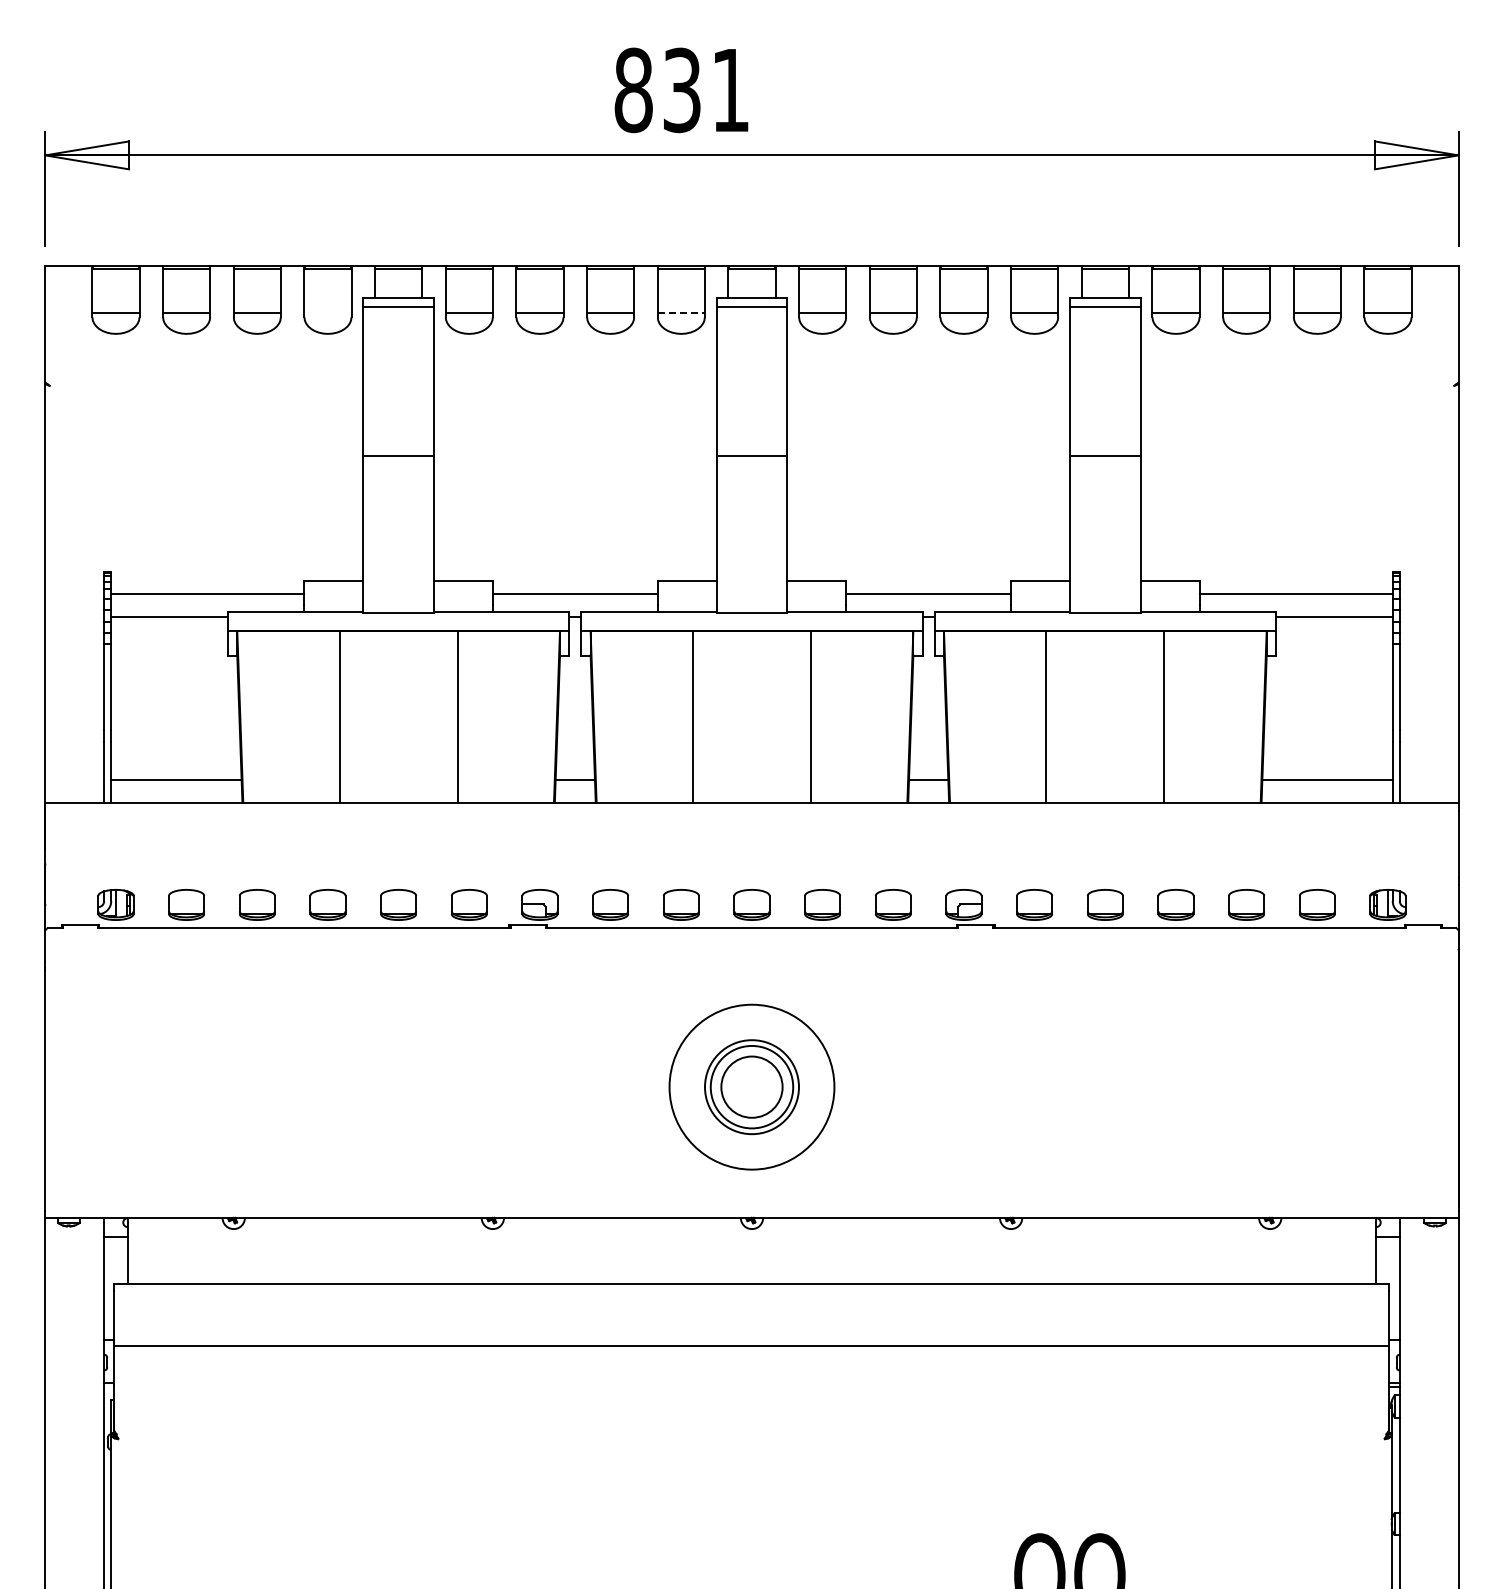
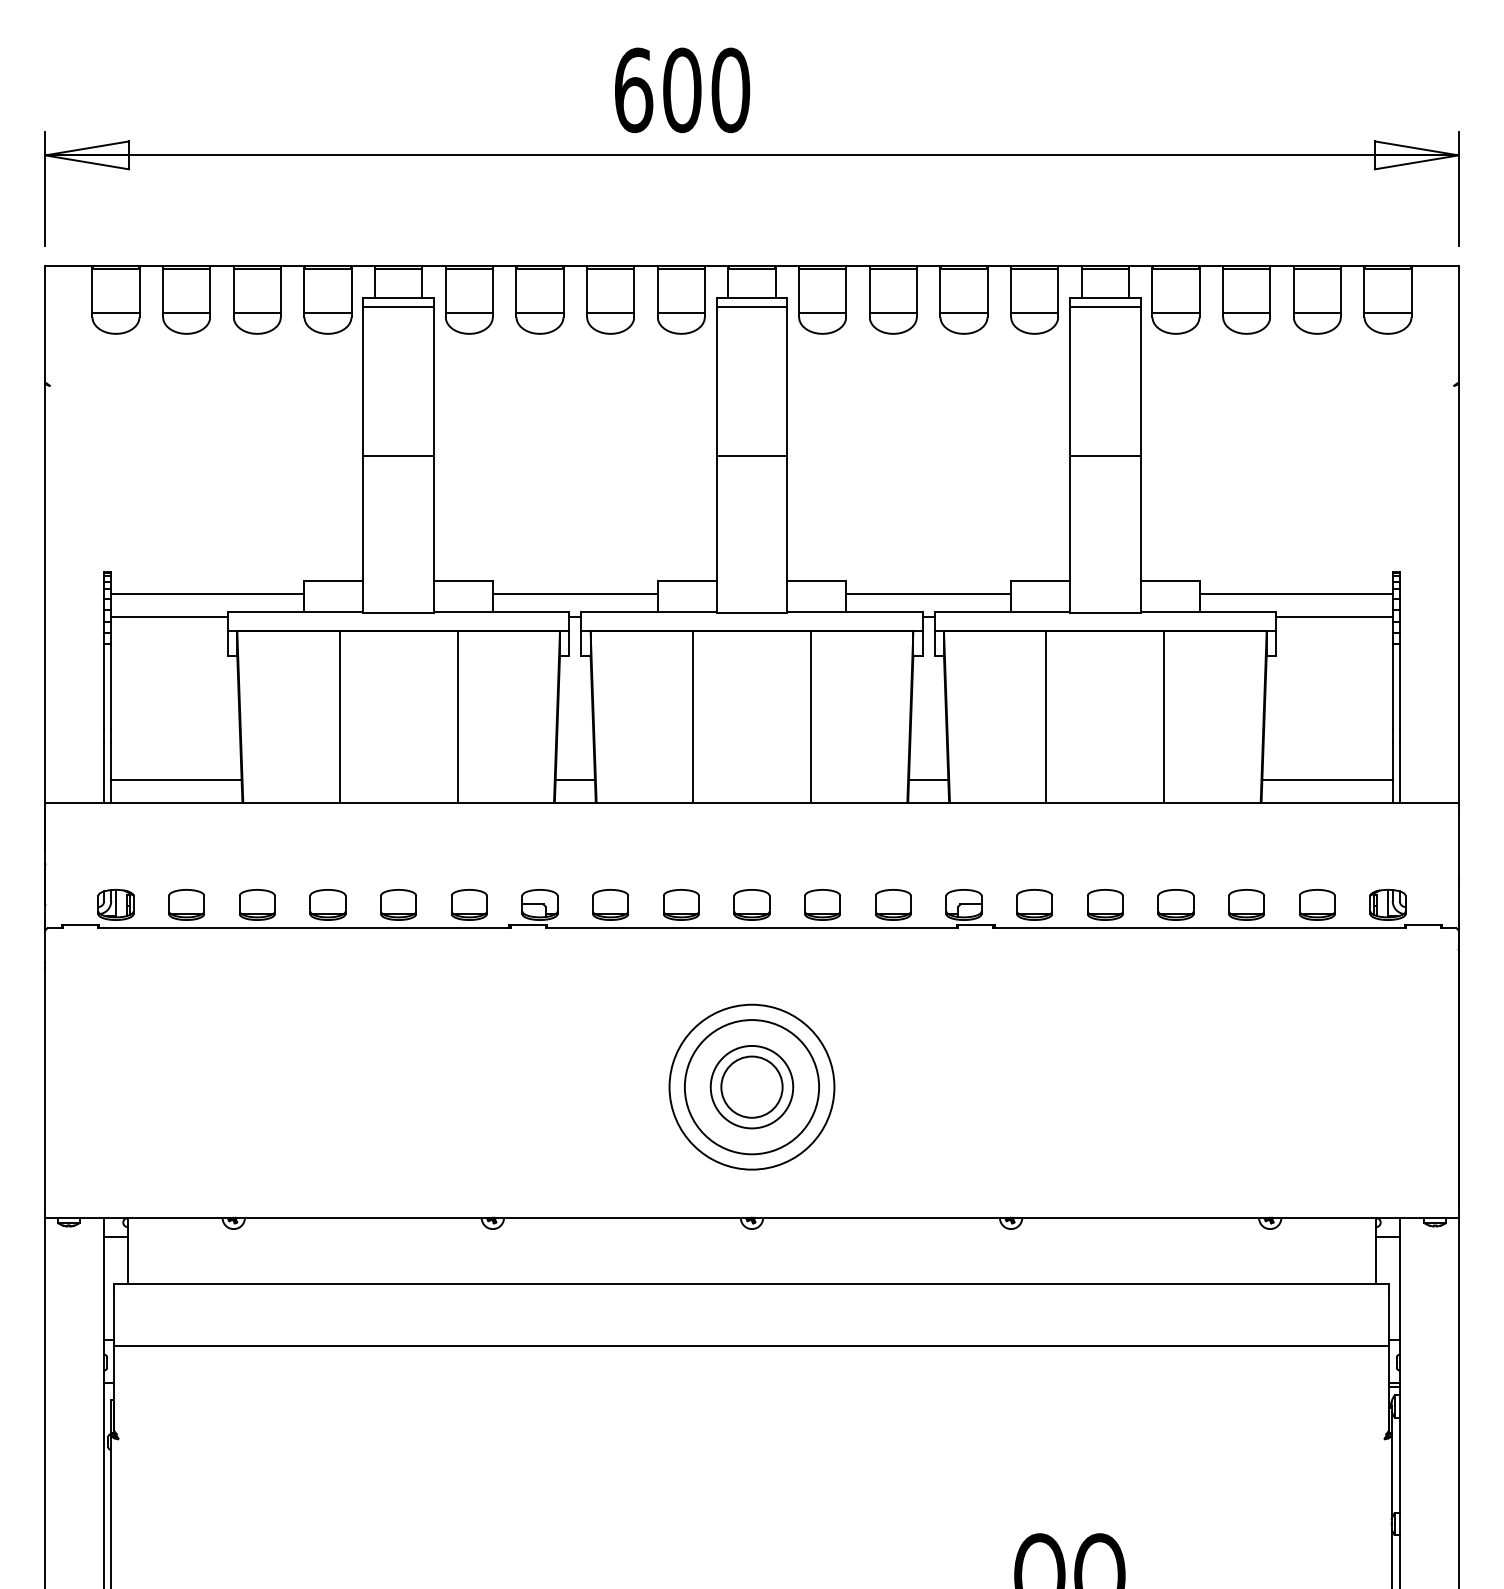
text at (682, 90): 831 -> 600
line at (327, 313): none -> present
line at (681, 313): dashed -> solid
circle at (751, 1087) diameter: 94 px -> 134 px
